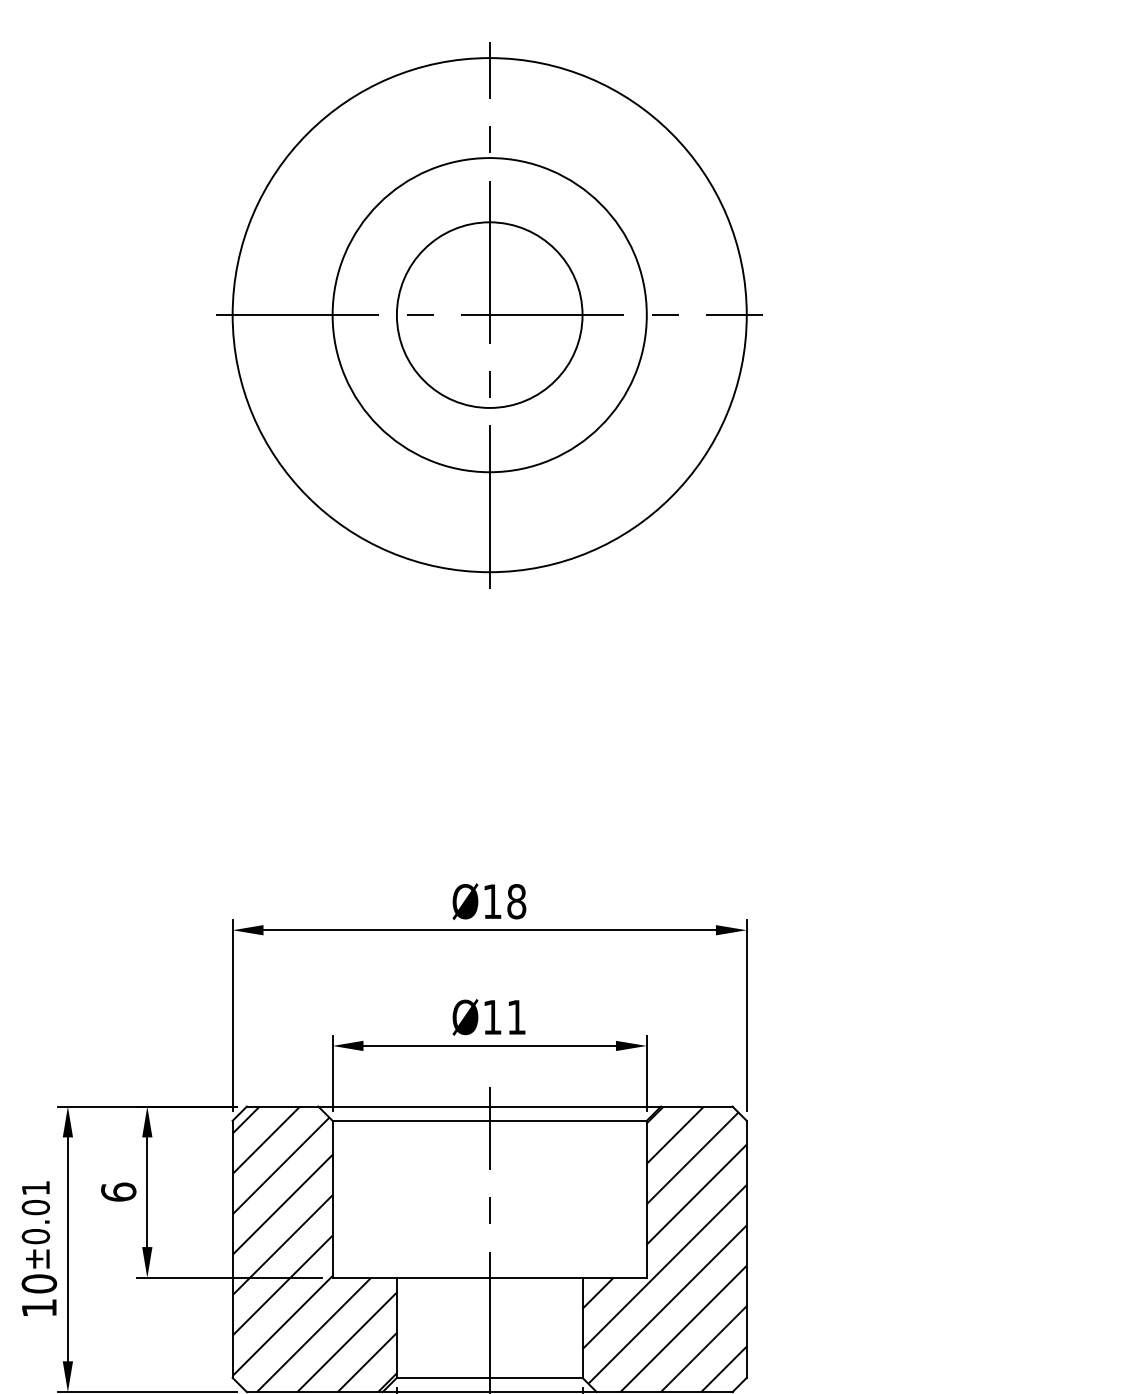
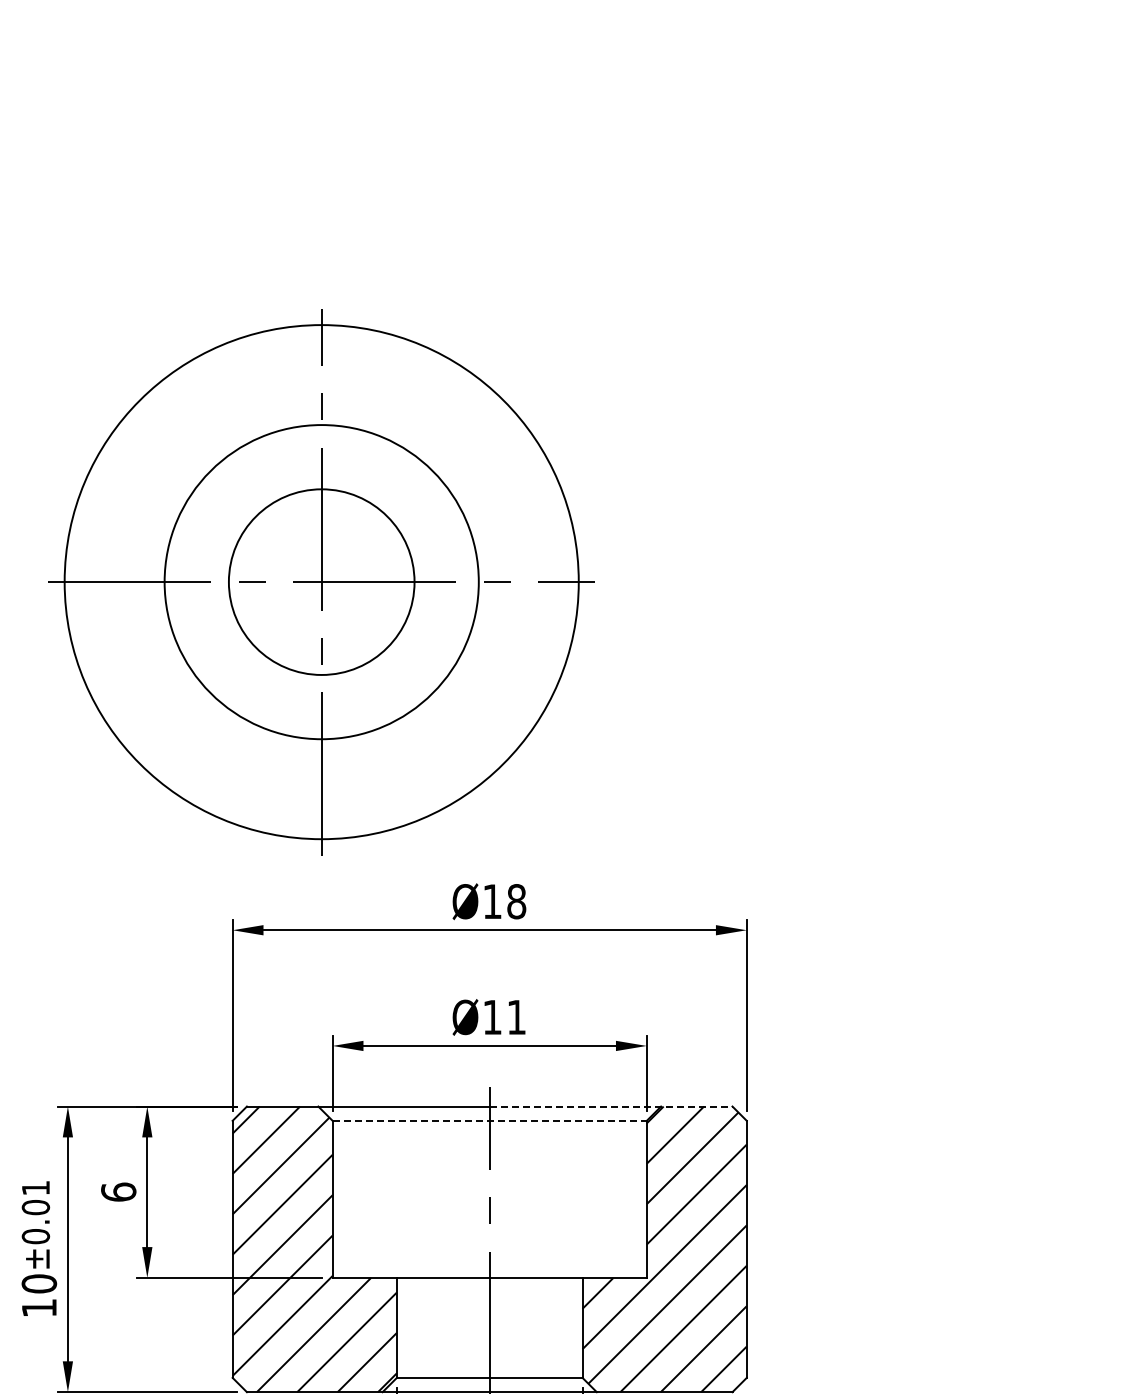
part at (489, 315) position: (489, 315) -> (321, 582)
line at (611, 1106): solid -> dashed
line at (490, 1120): solid -> dashed
